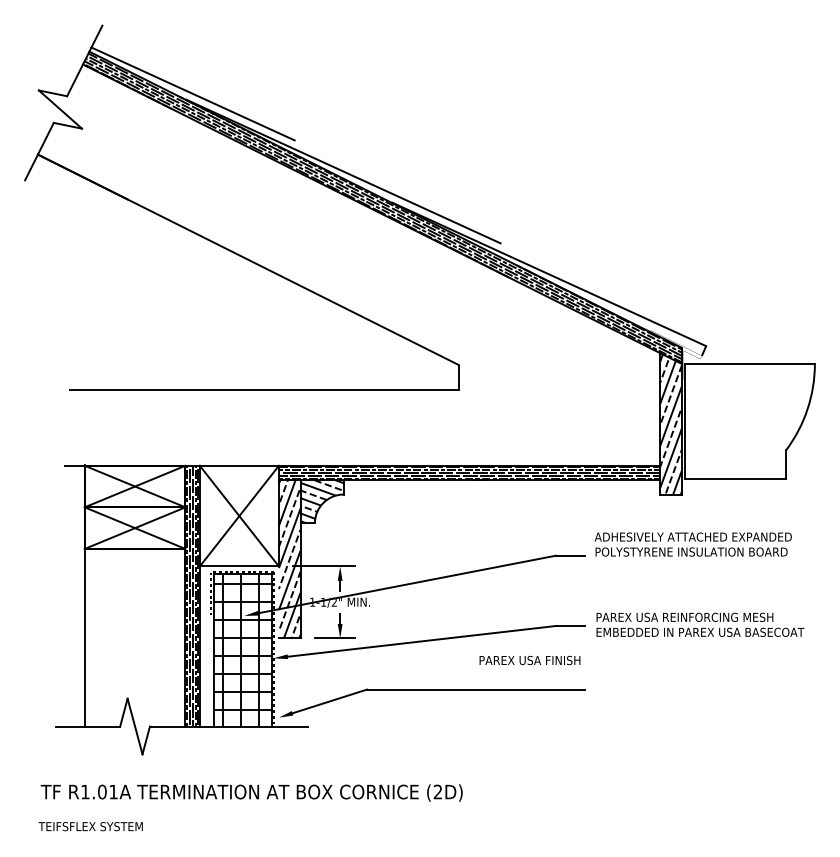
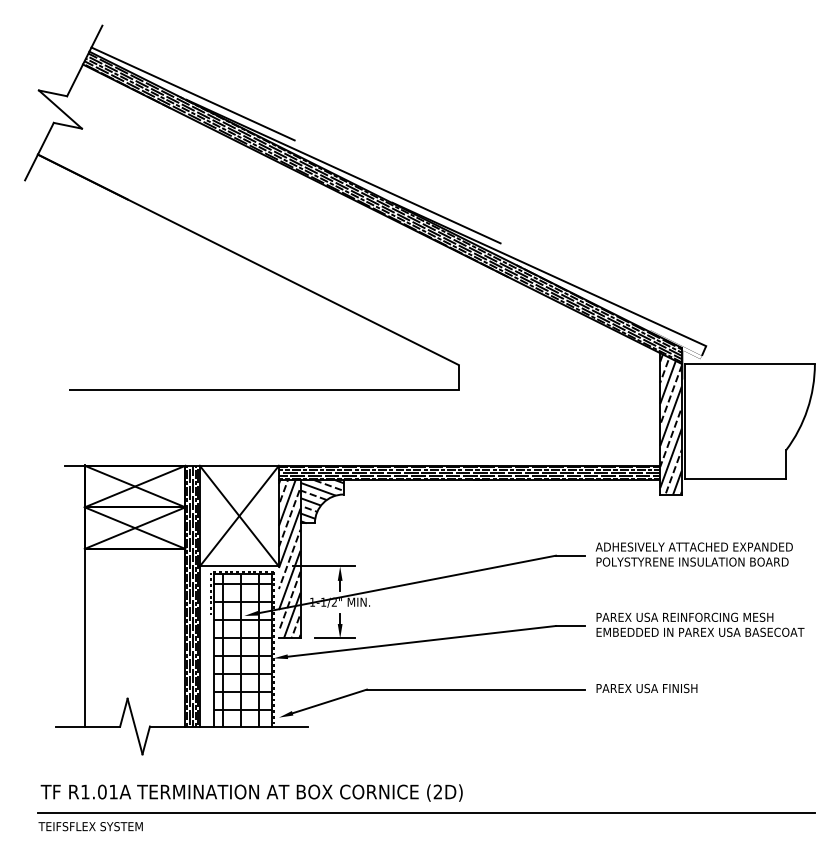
text at (692, 544) position: (692, 544) -> (693, 554)
text at (529, 660) position: (529, 660) -> (646, 688)
line at (425, 812): none -> present
